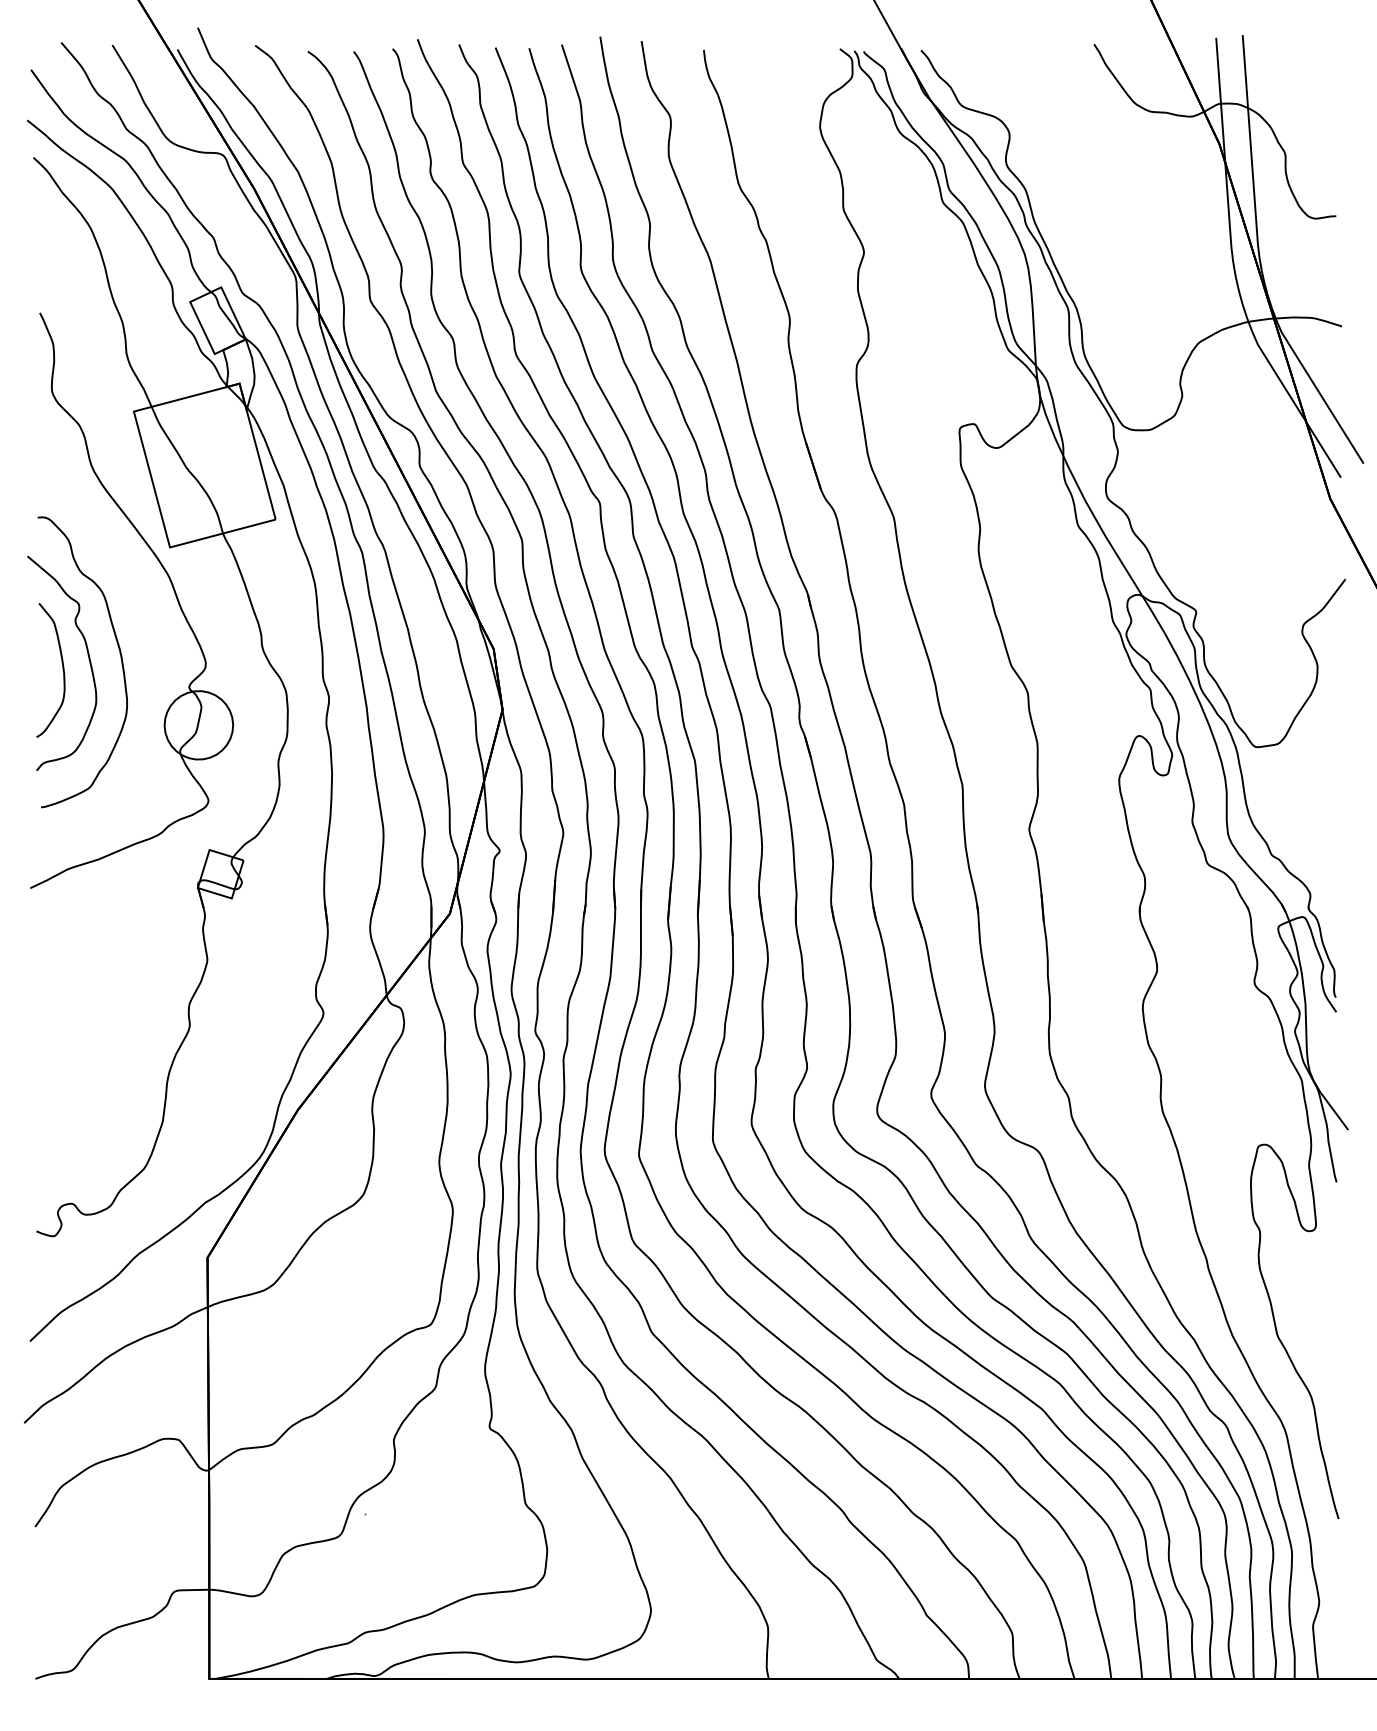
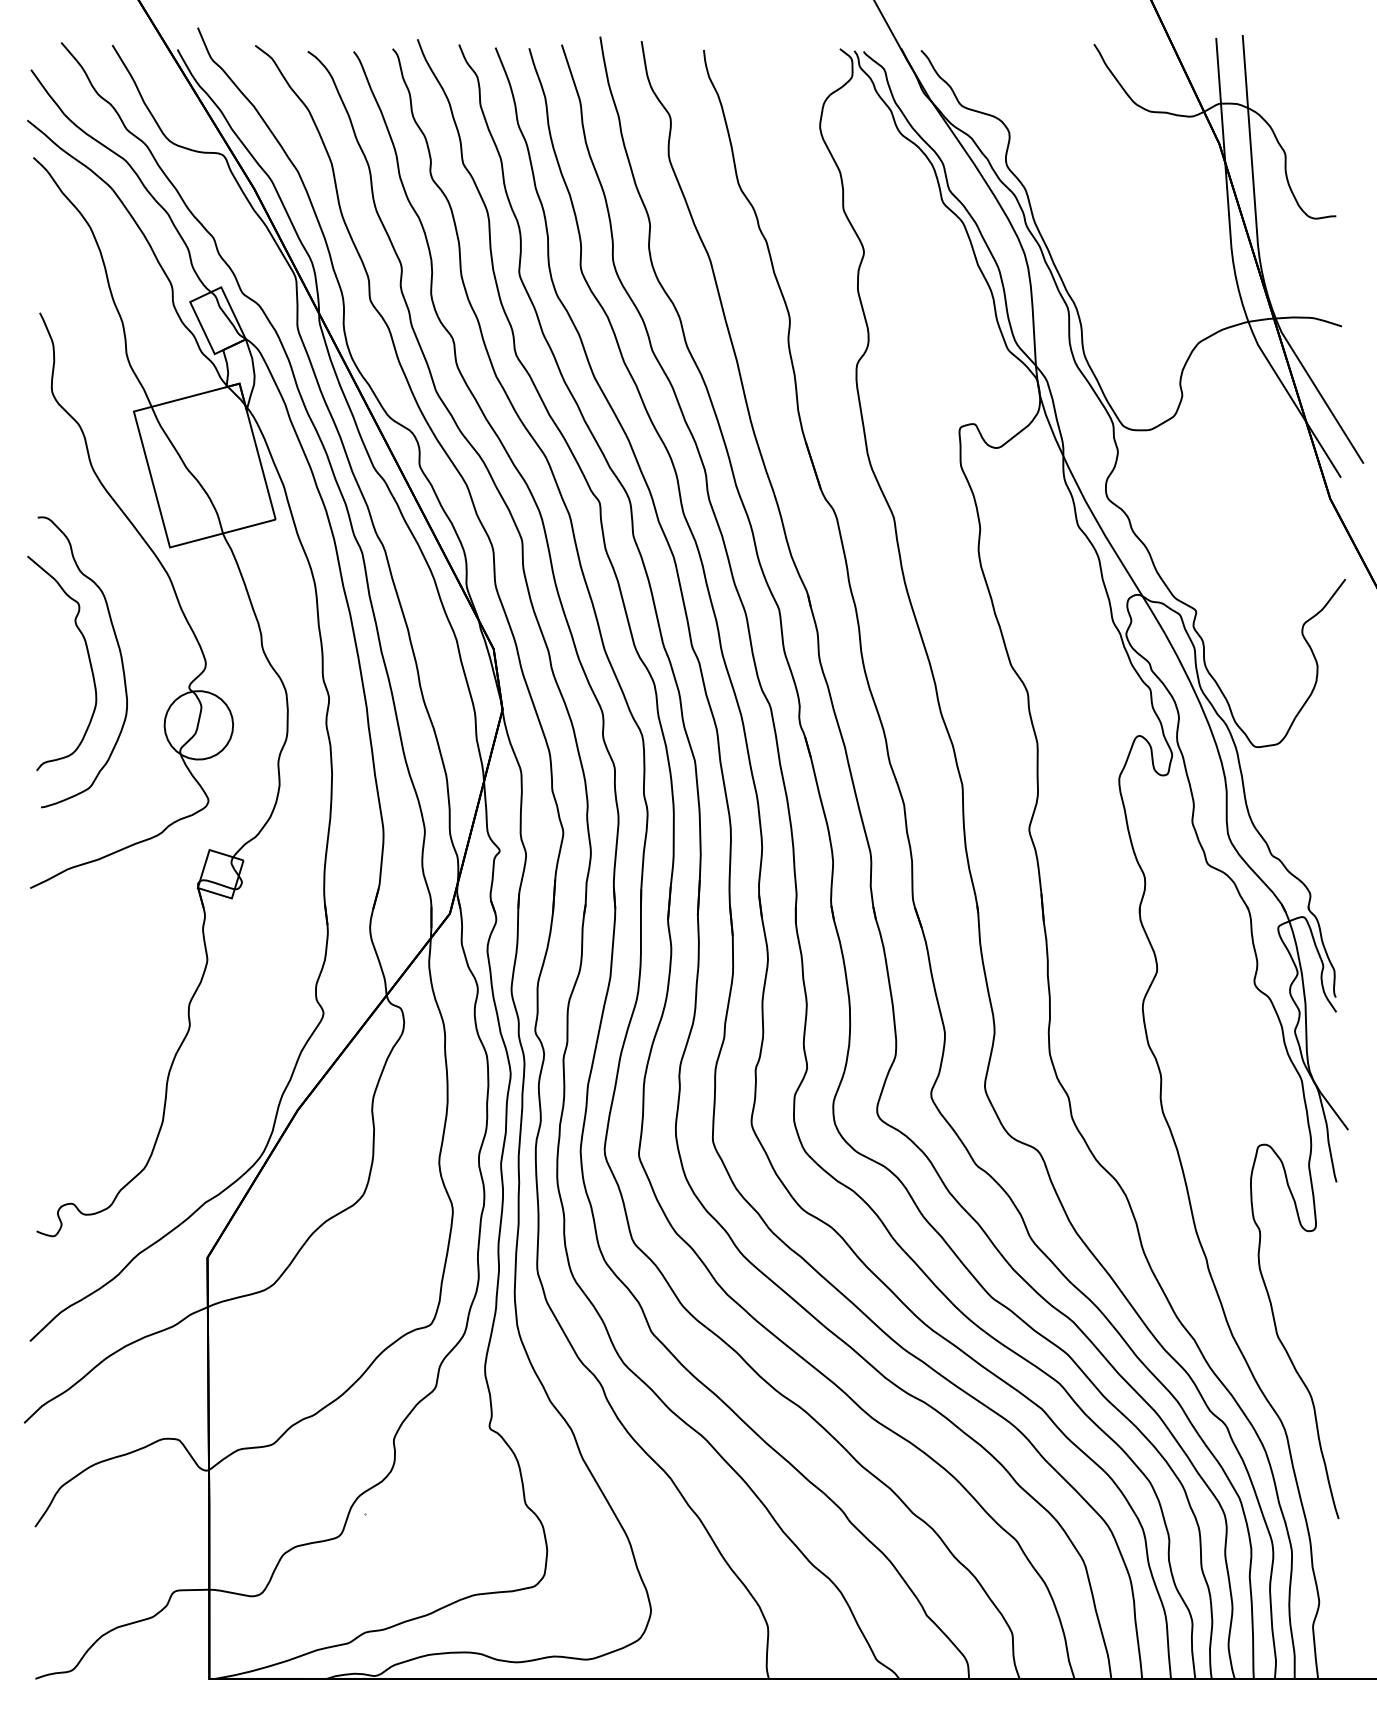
curve at (62, 670): present -> none
